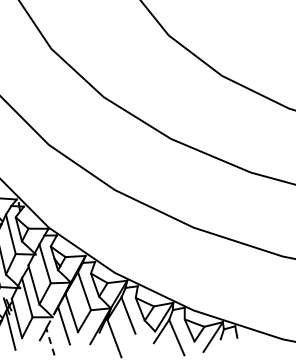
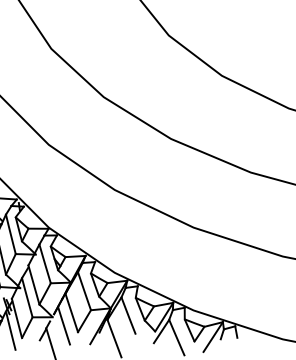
line at (50, 343): dashed -> solid
